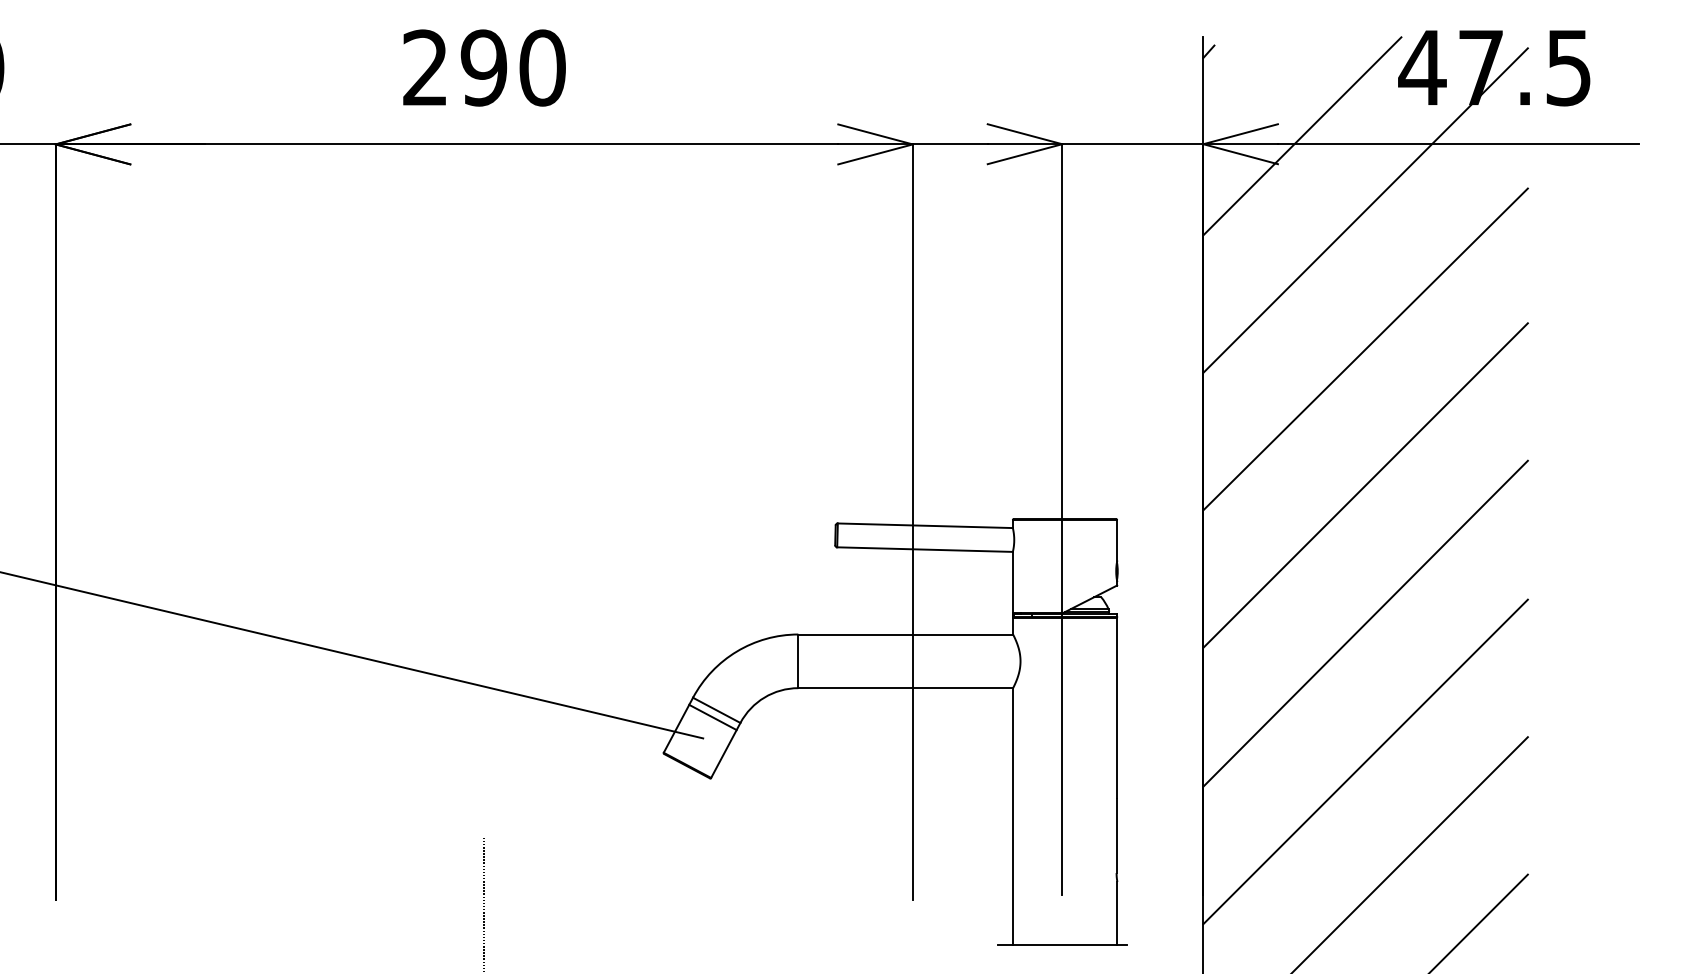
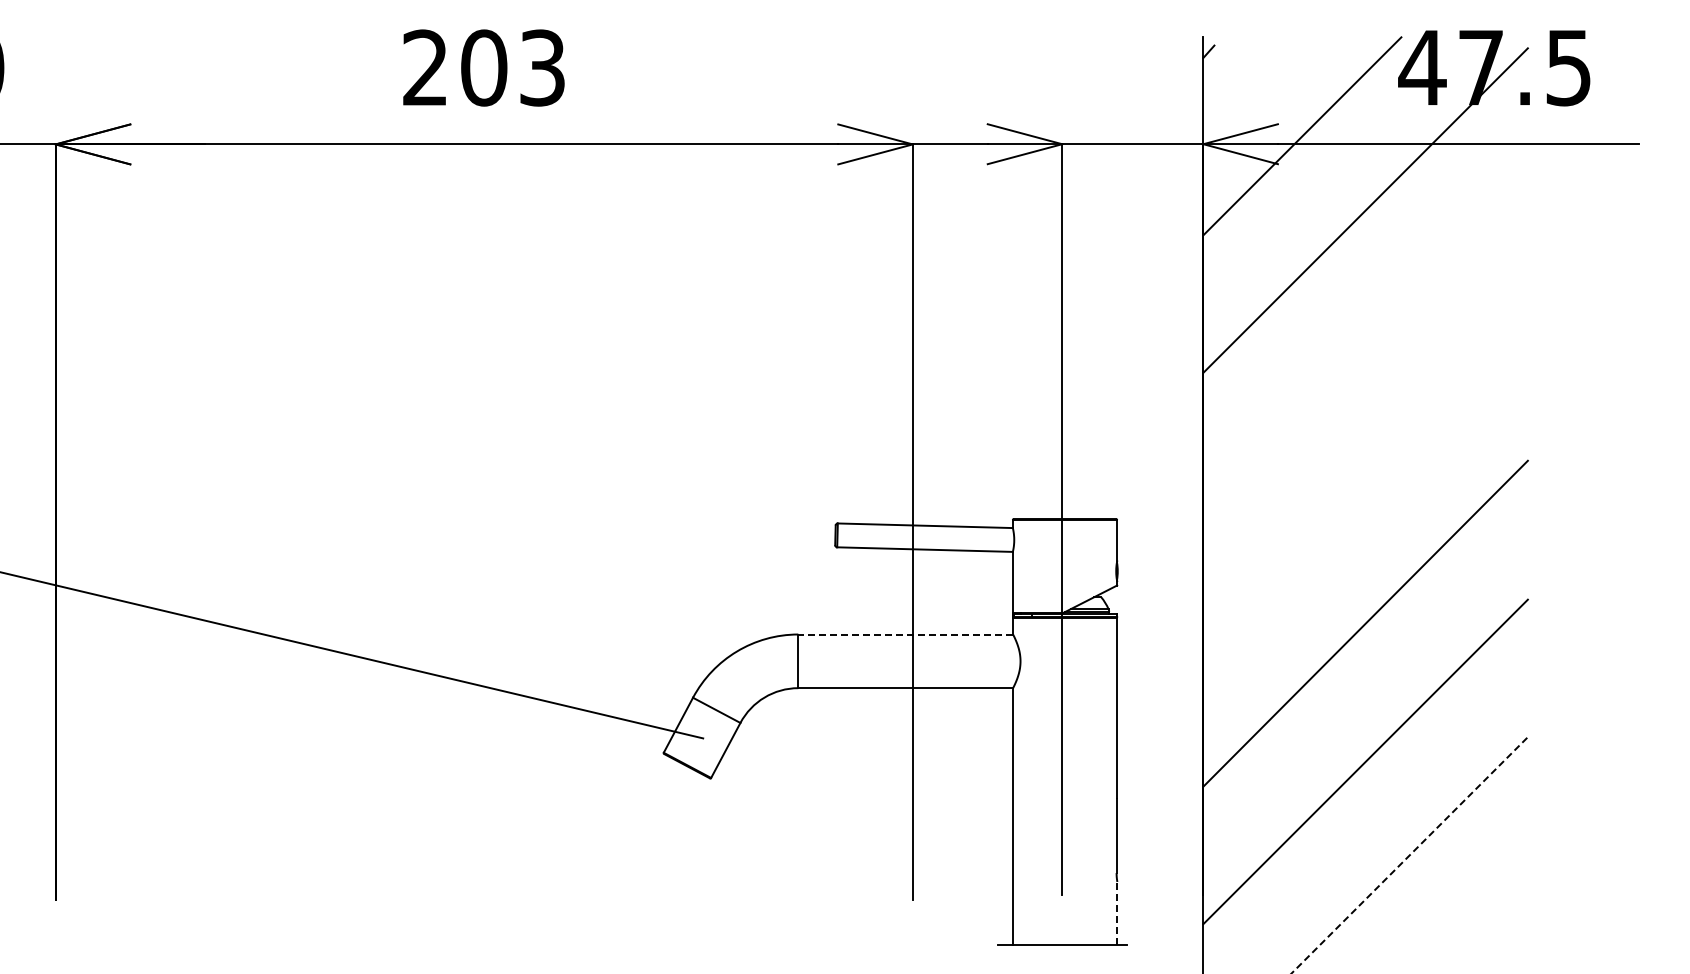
text at (512, 67): 290 -> 203
line at (1365, 349): present -> none
line at (1365, 485): present -> none
line at (905, 634): solid -> dashed
line at (712, 717): present -> none
line at (1409, 855): solid -> dashed
line at (484, 904): present -> none
line at (1117, 912): solid -> dashed
line at (1479, 922): present -> none
